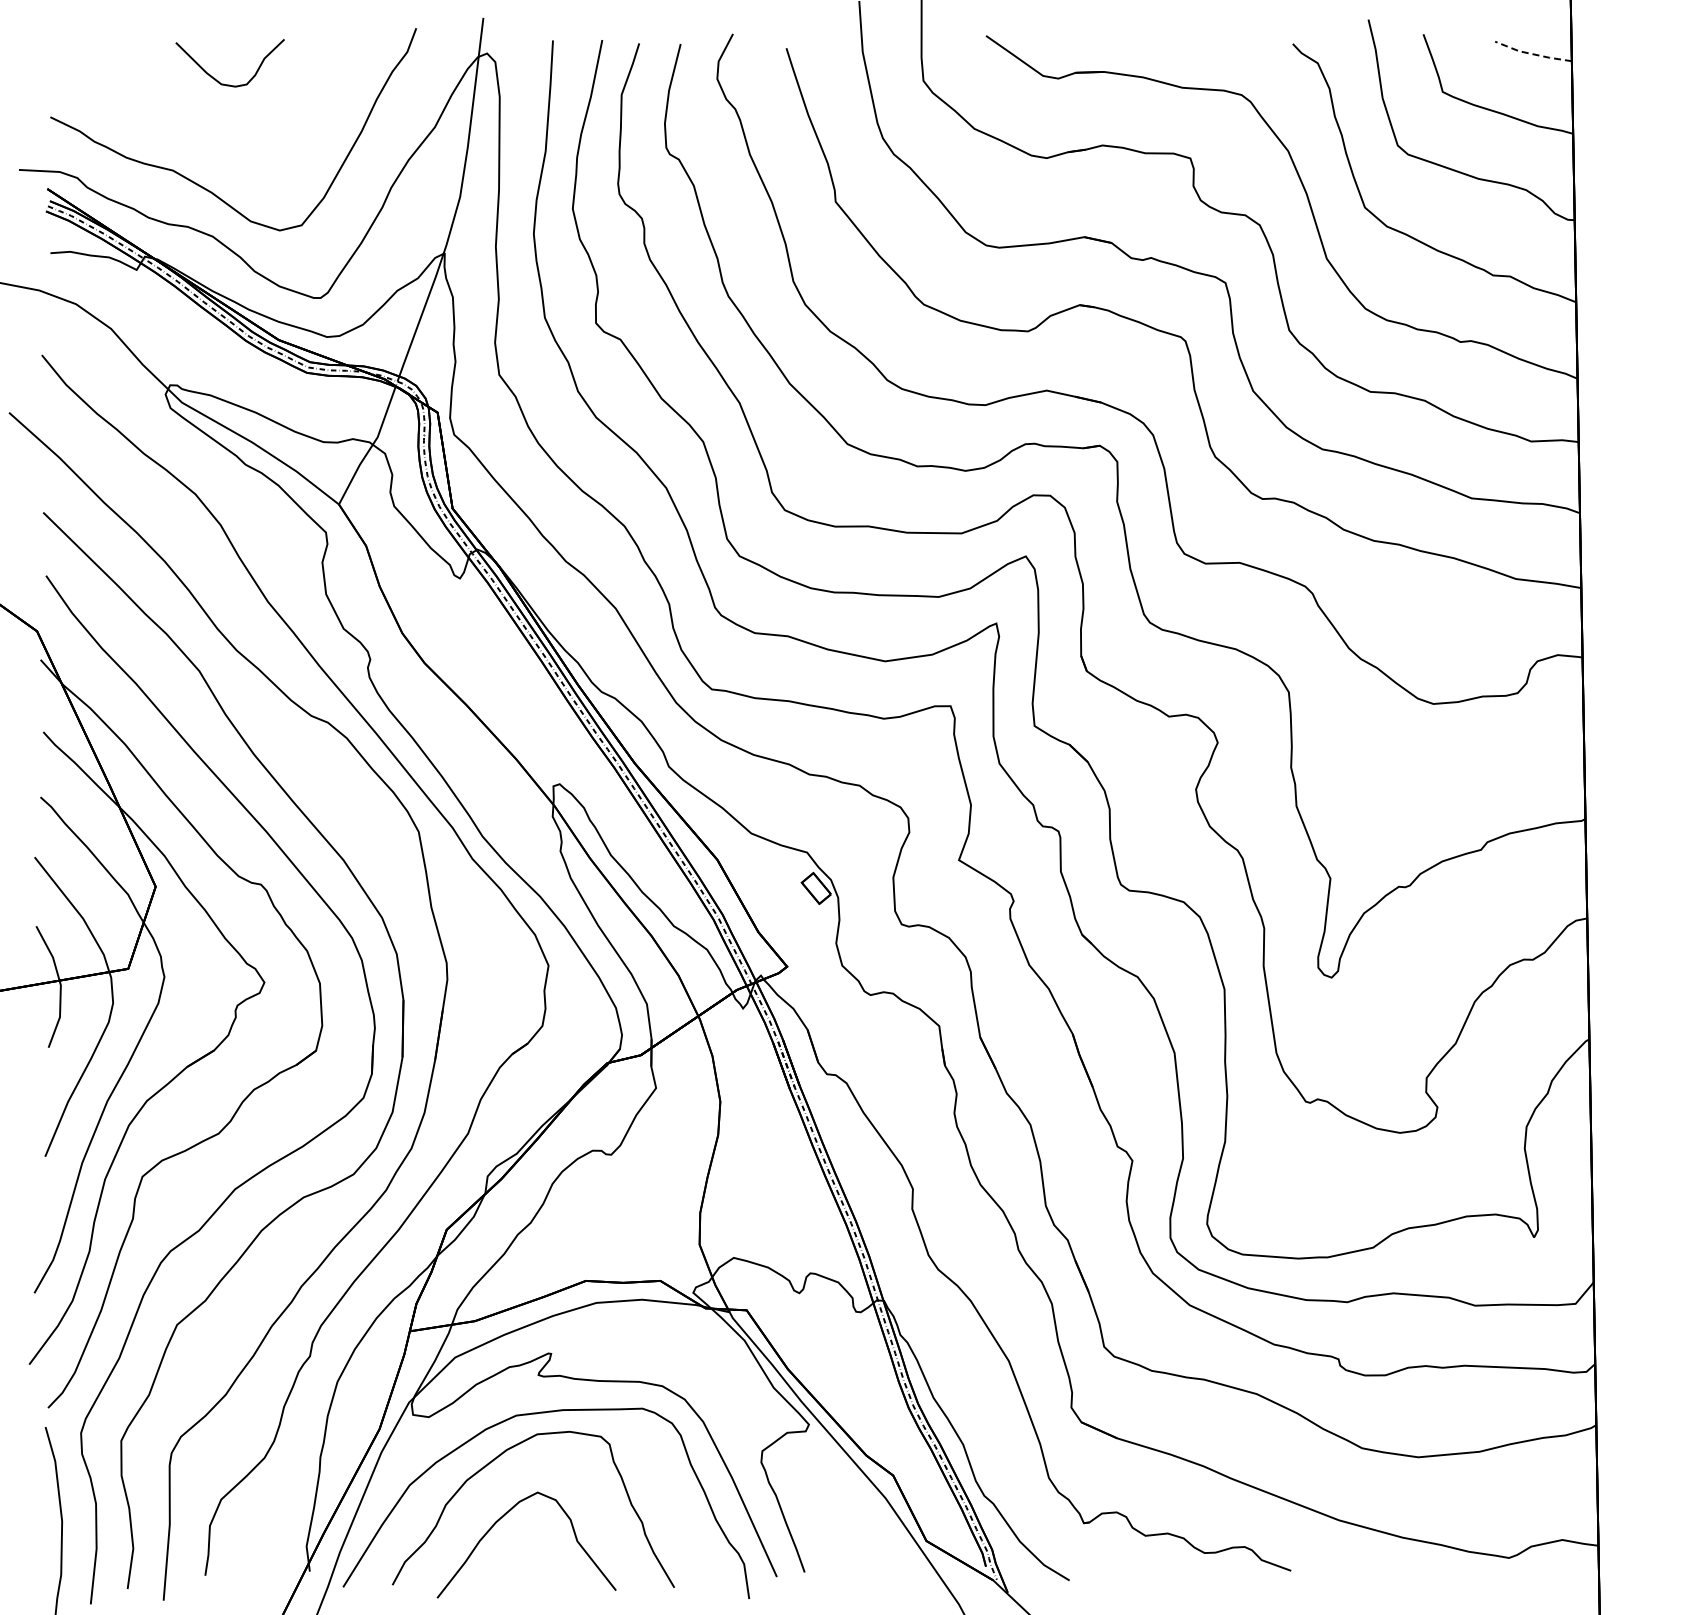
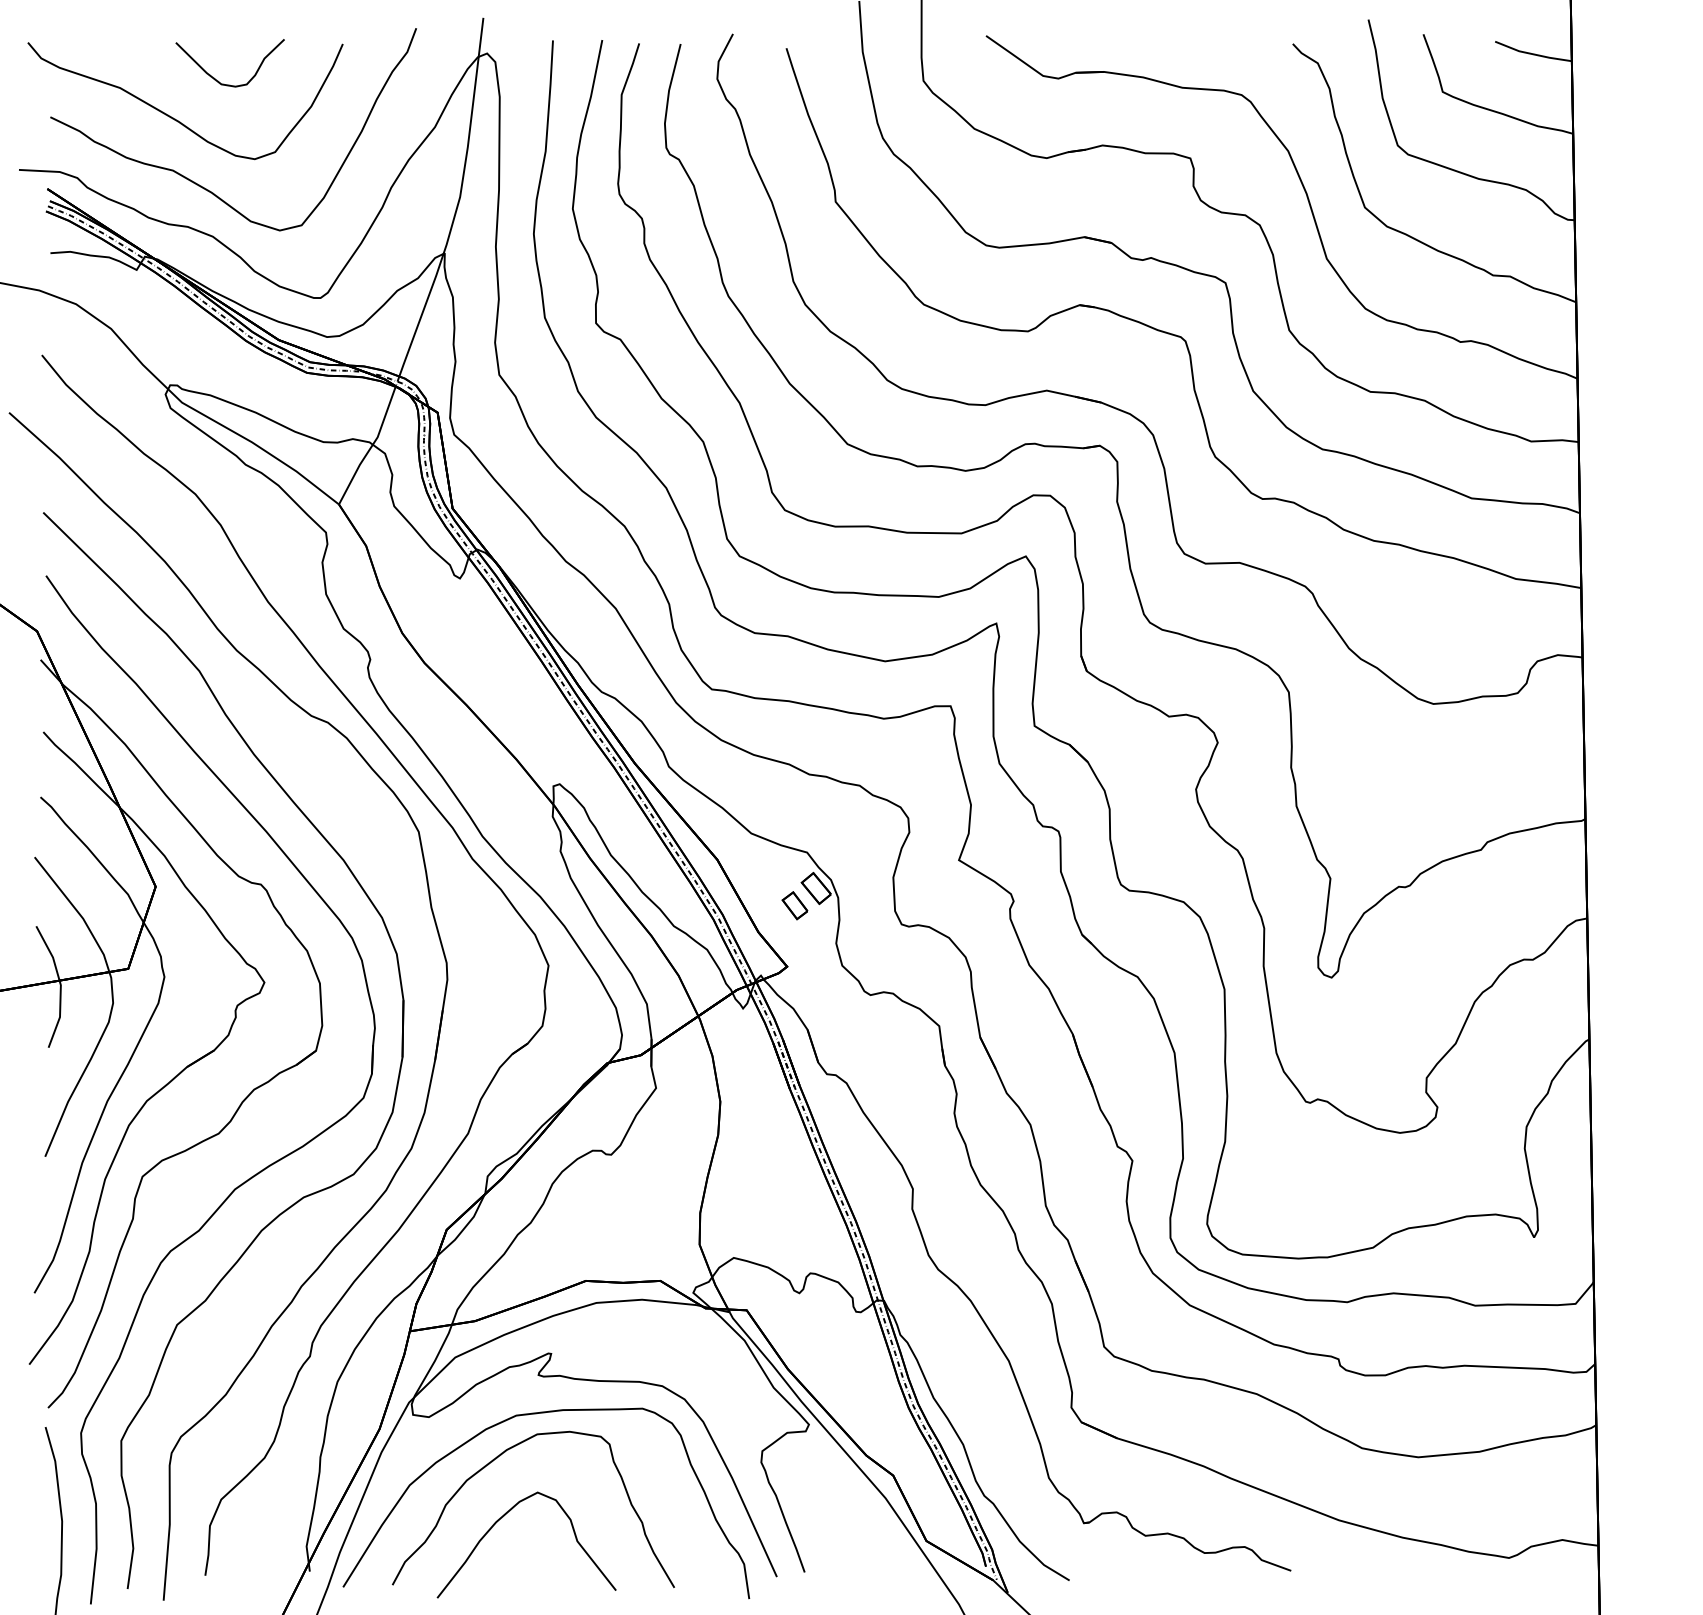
line at (1532, 54): dashed -> solid
curve at (175, 118): none -> present
part at (794, 905): none -> present
